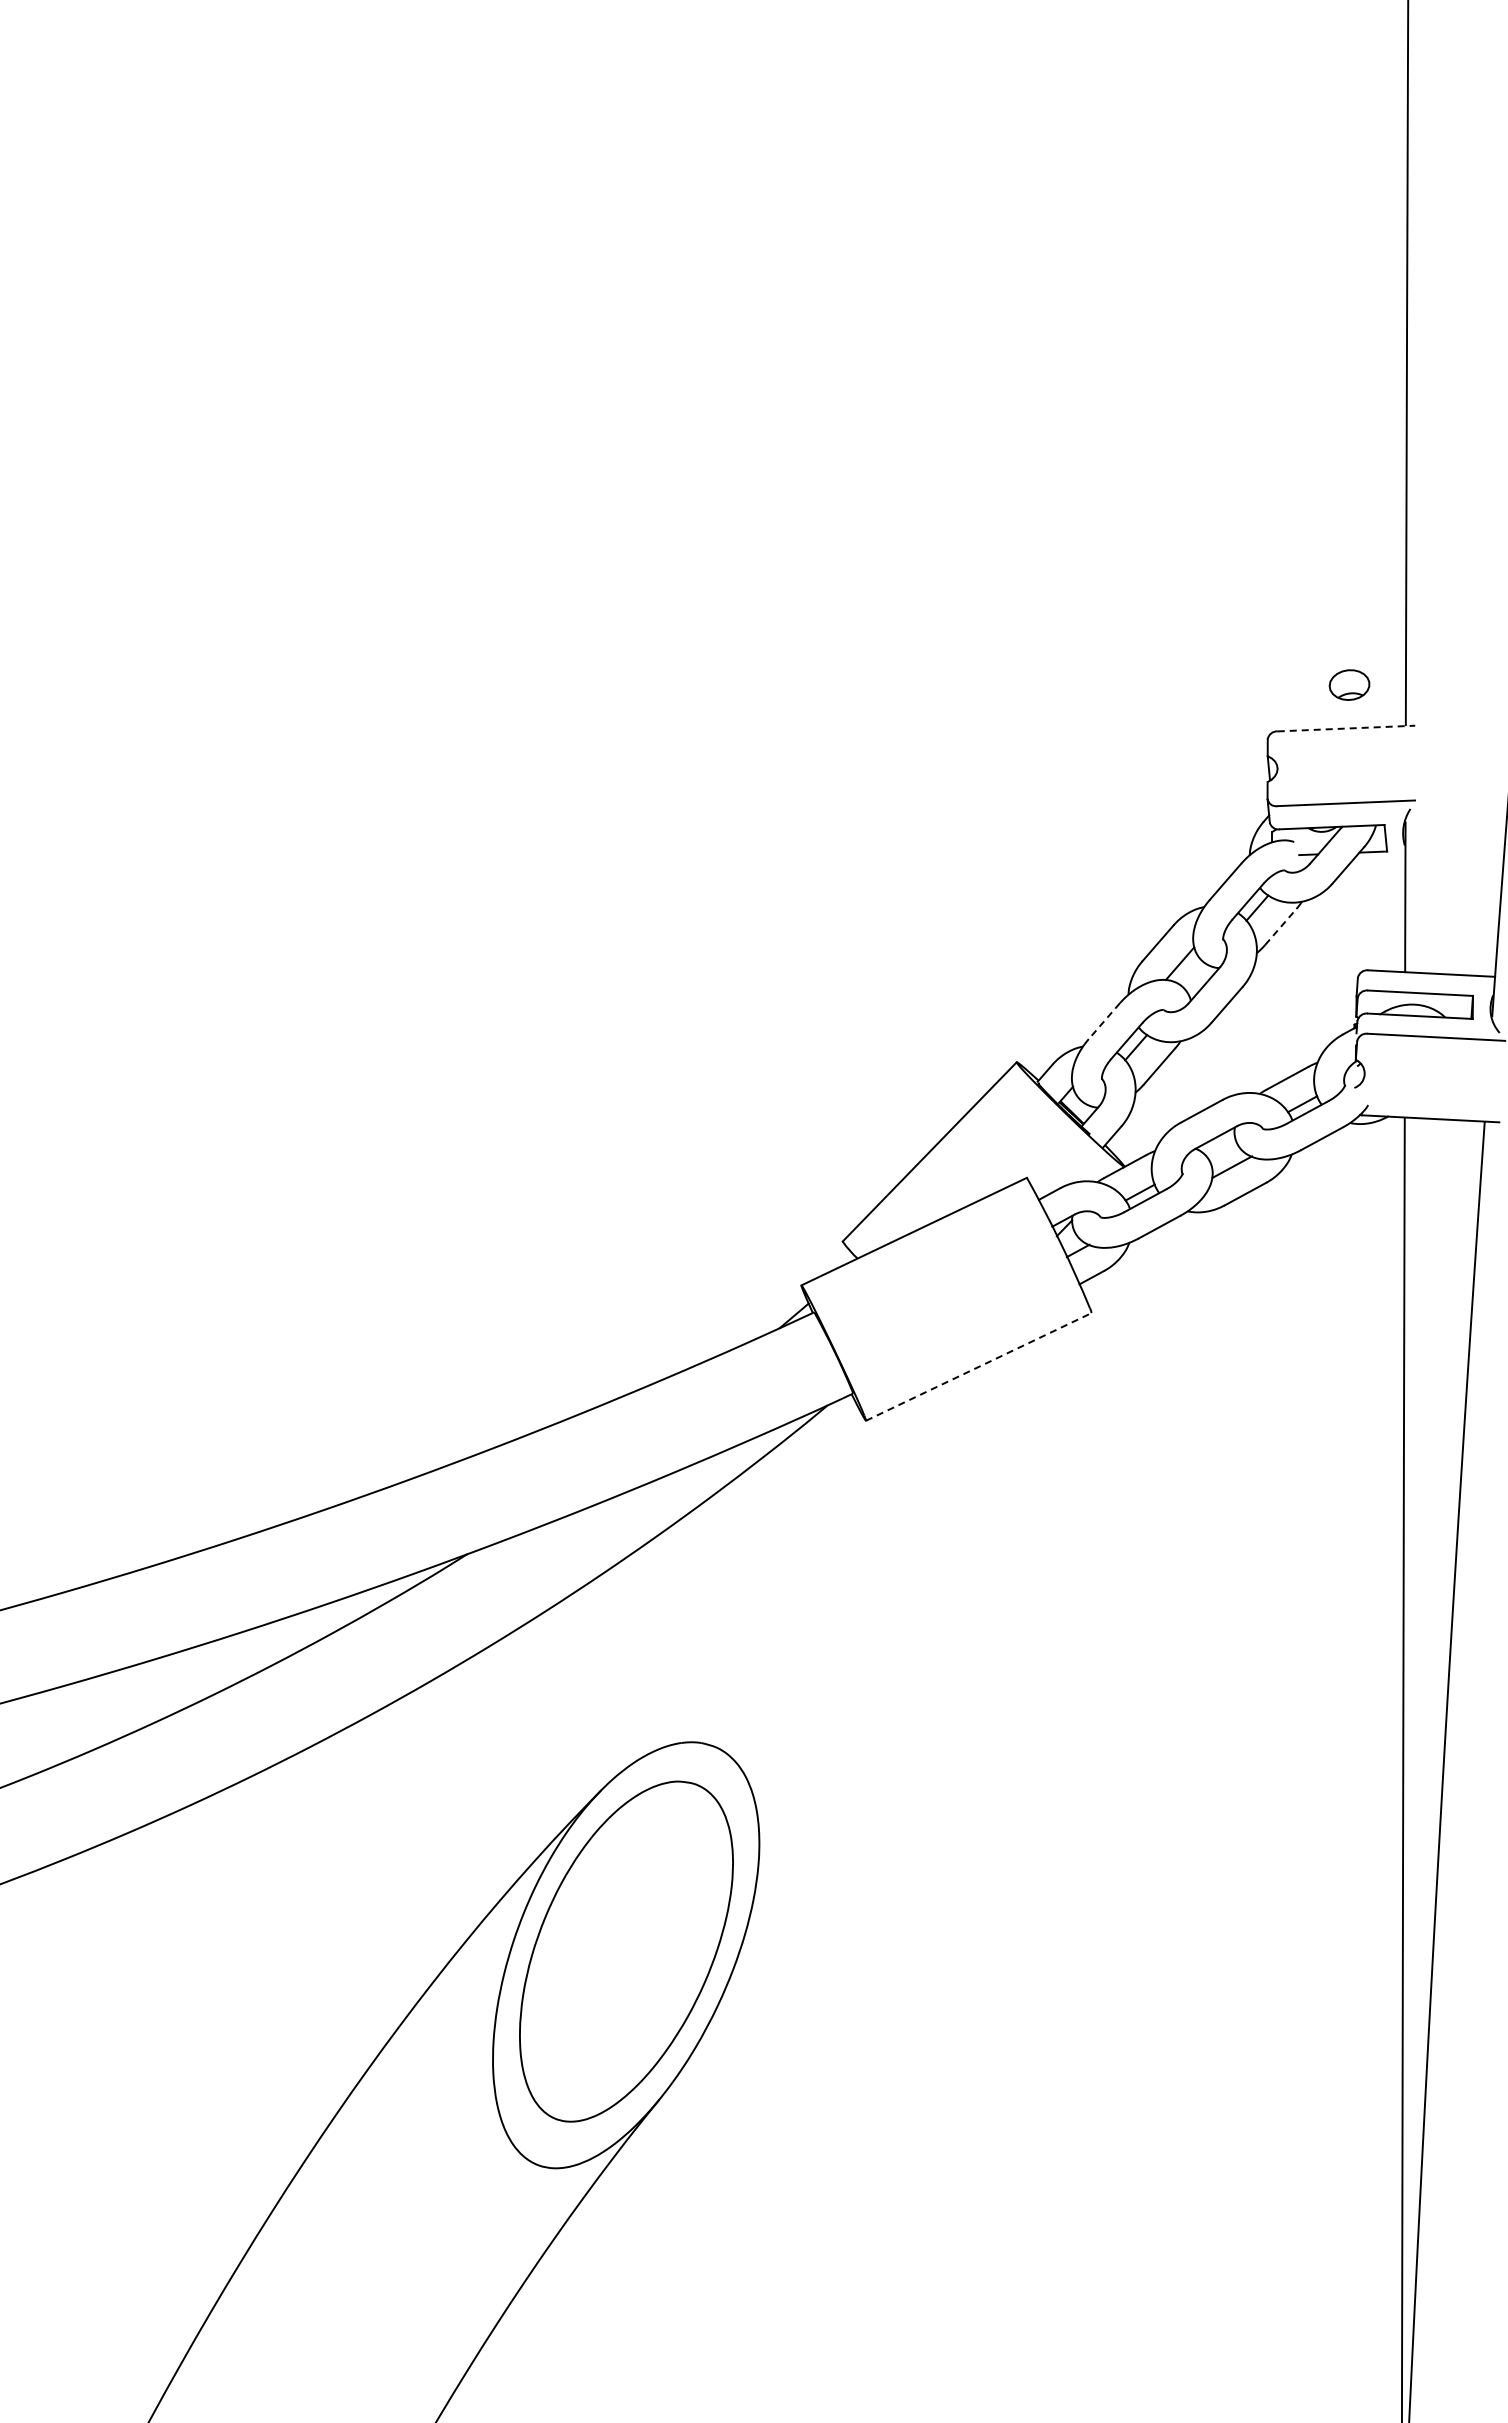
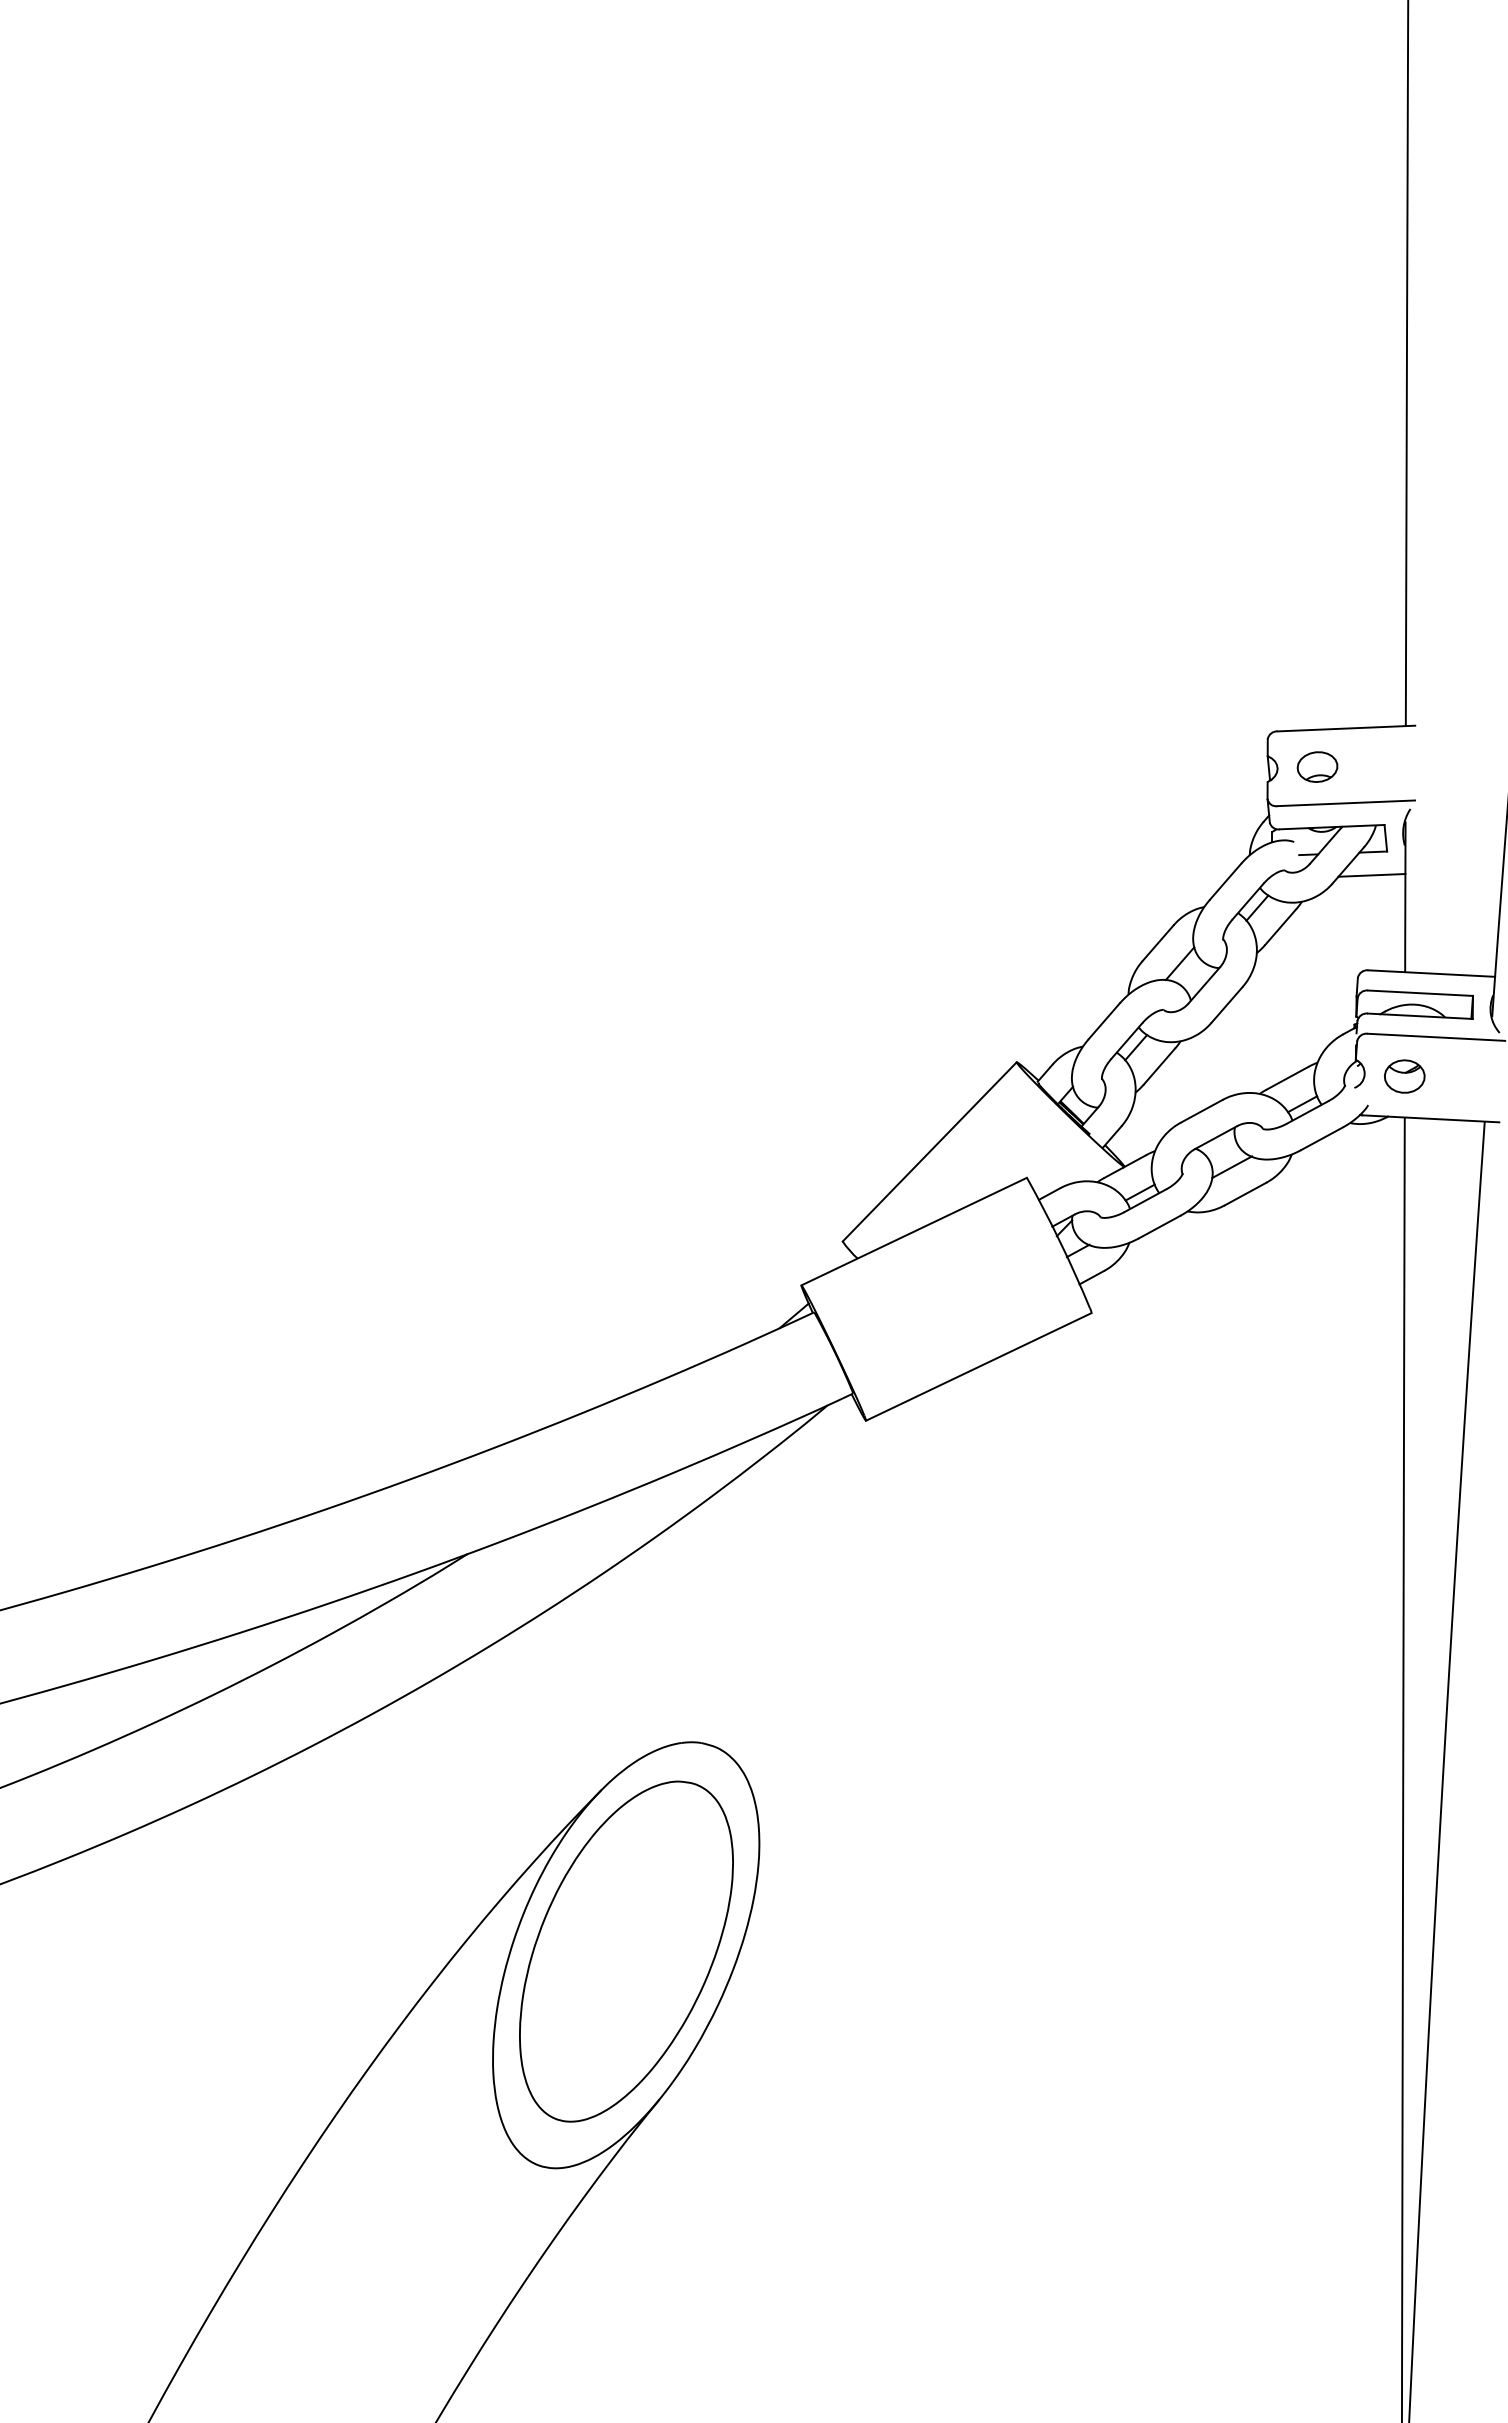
part at (1349, 684) position: (1349, 684) -> (1317, 766)
line at (1346, 728): dashed -> solid
line at (1371, 875): none -> present
line at (1280, 926): dashed -> solid
line at (1104, 1021): dashed -> solid
part at (1404, 1076): none -> present
line at (978, 1366): dashed -> solid
